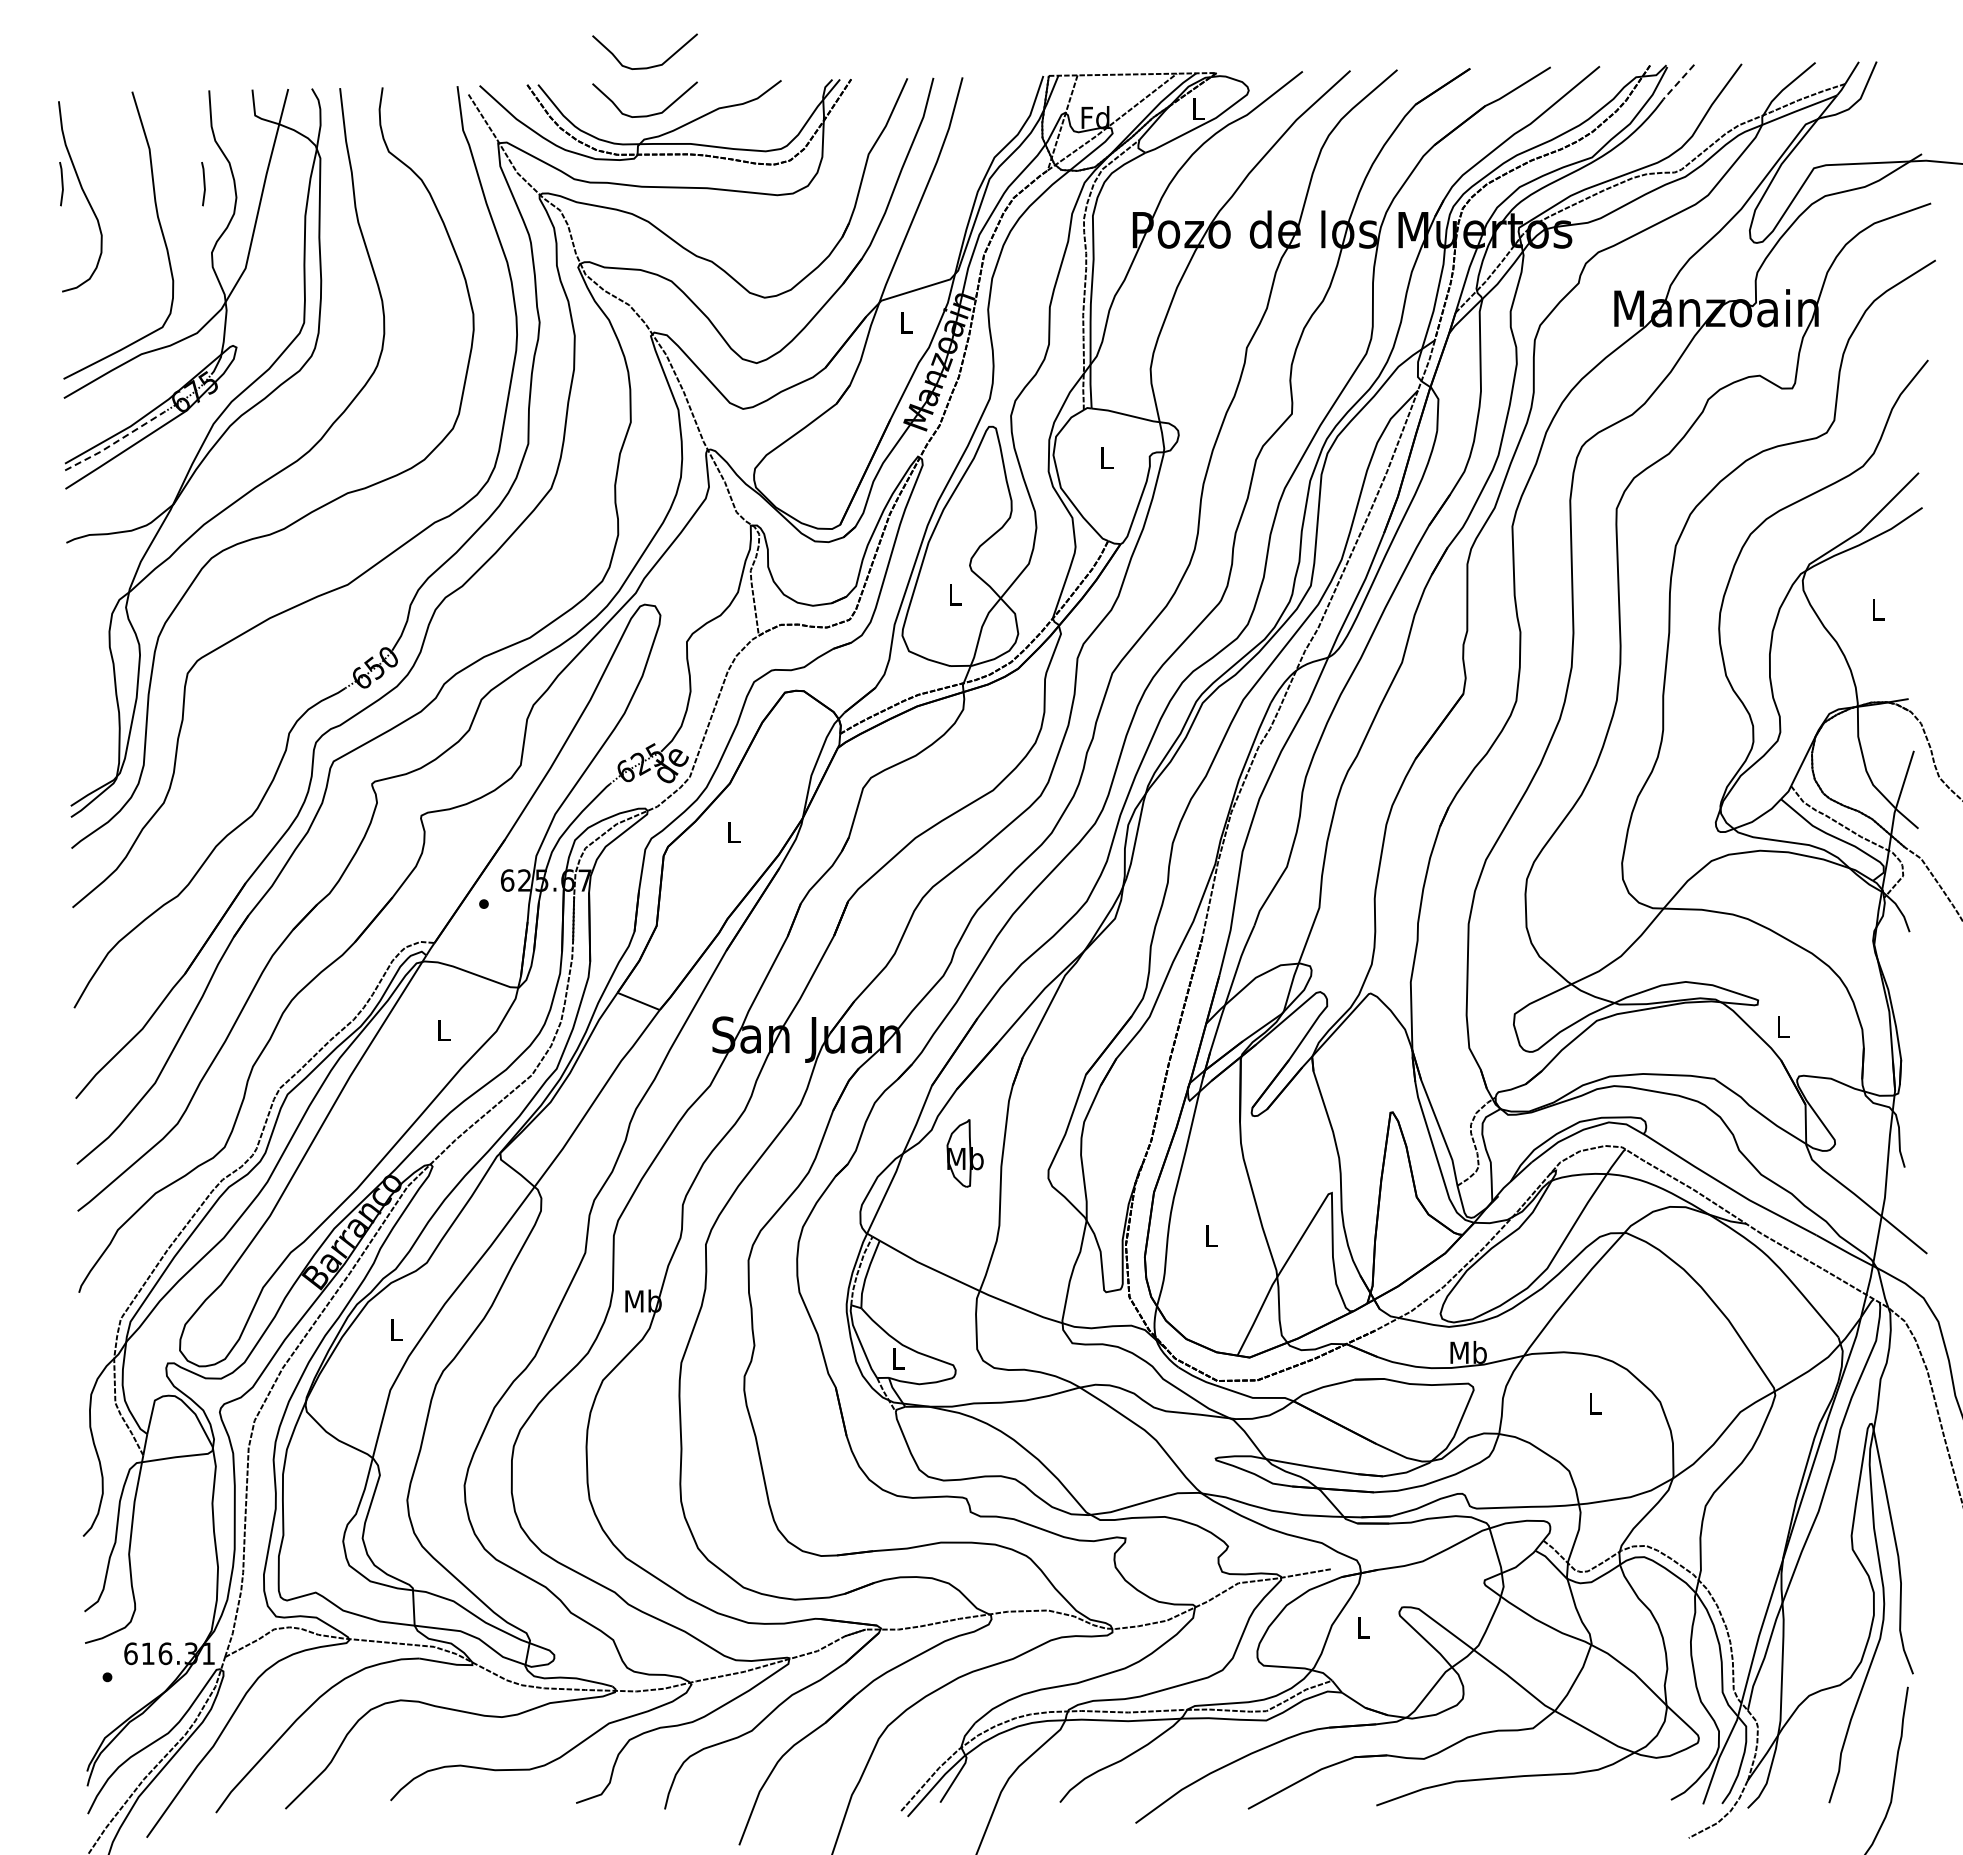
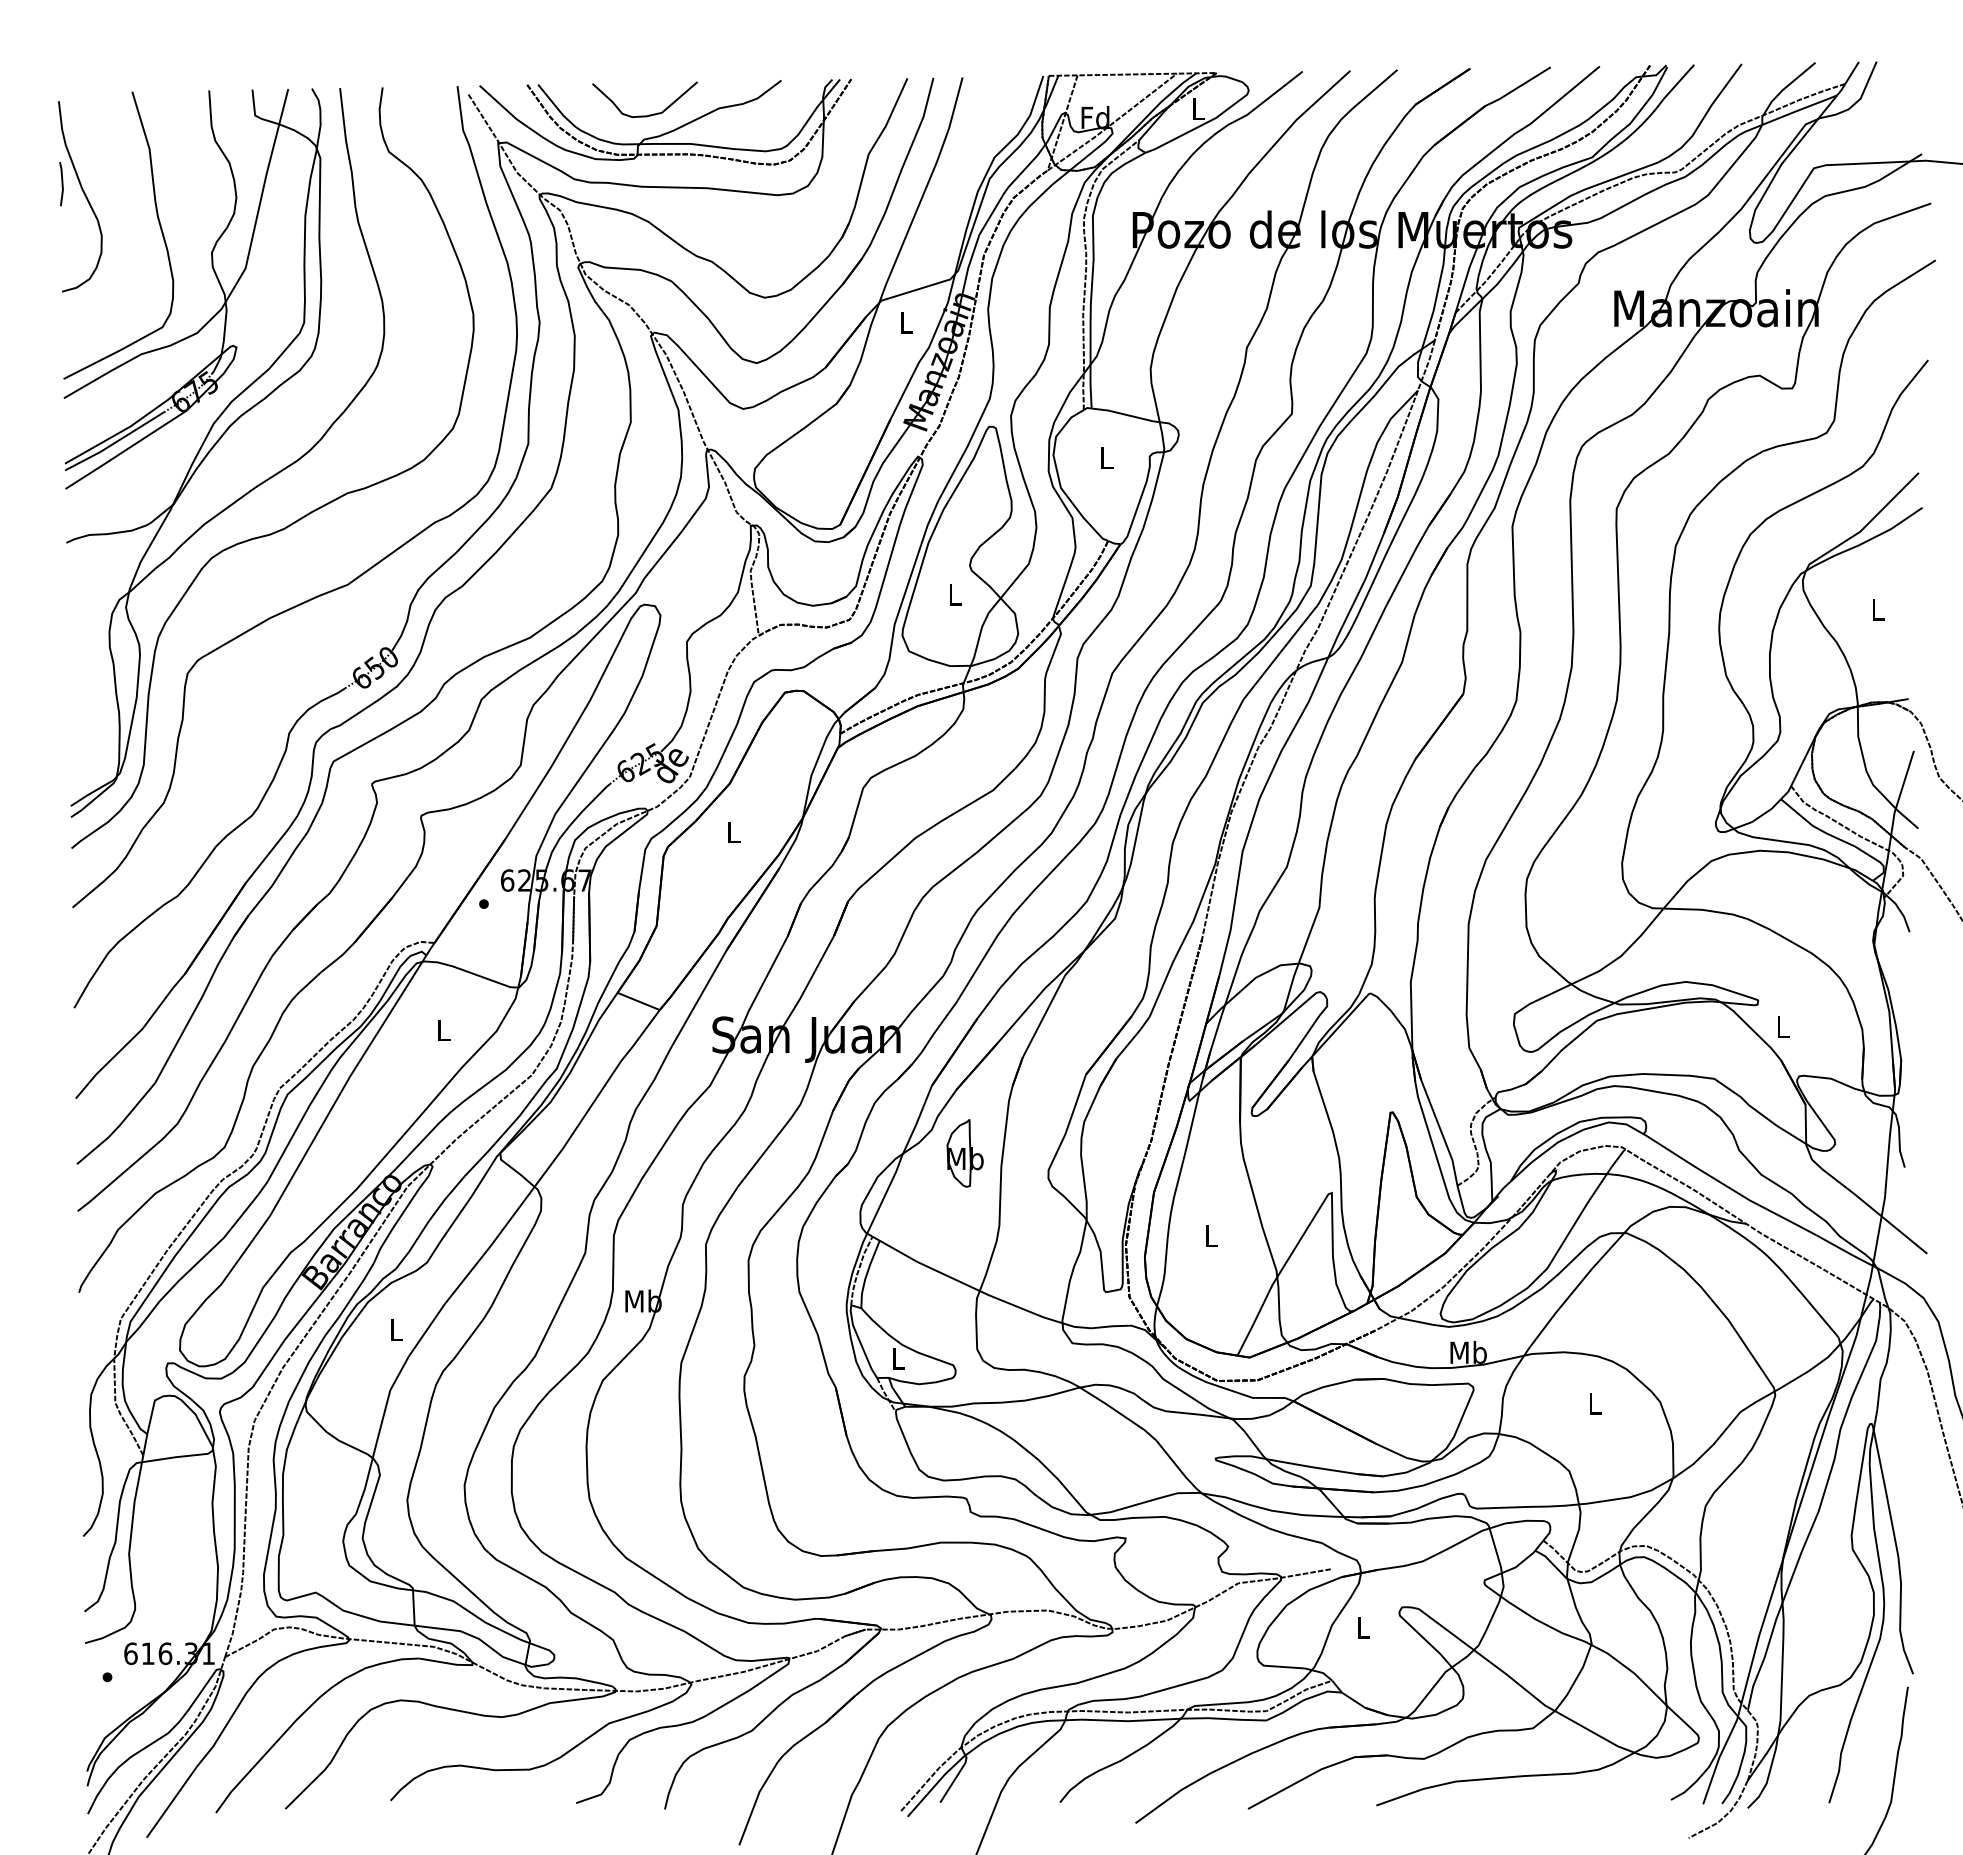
curve at (649, 66): present -> none
line at (1678, 82): dashed -> solid
line at (203, 184): present -> none
line at (114, 442): dashed -> solid
